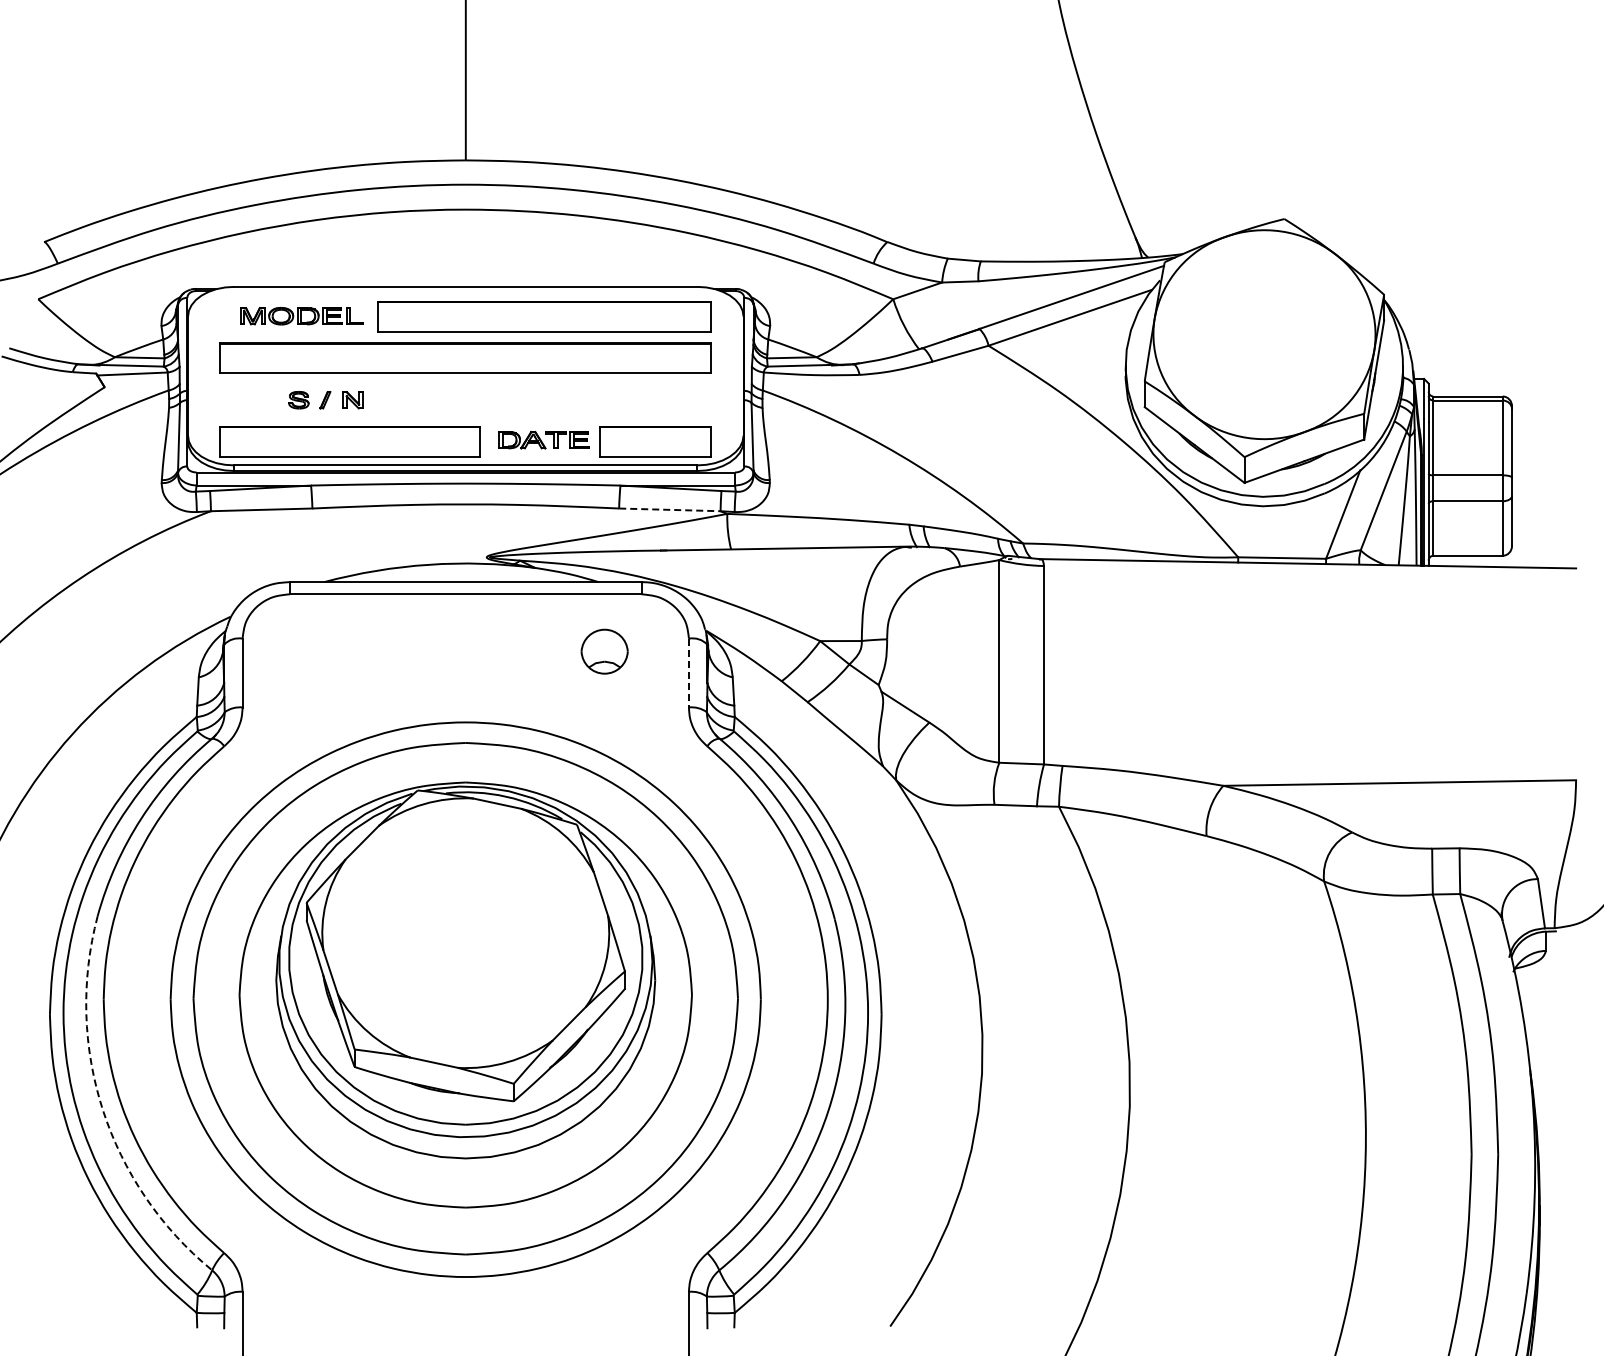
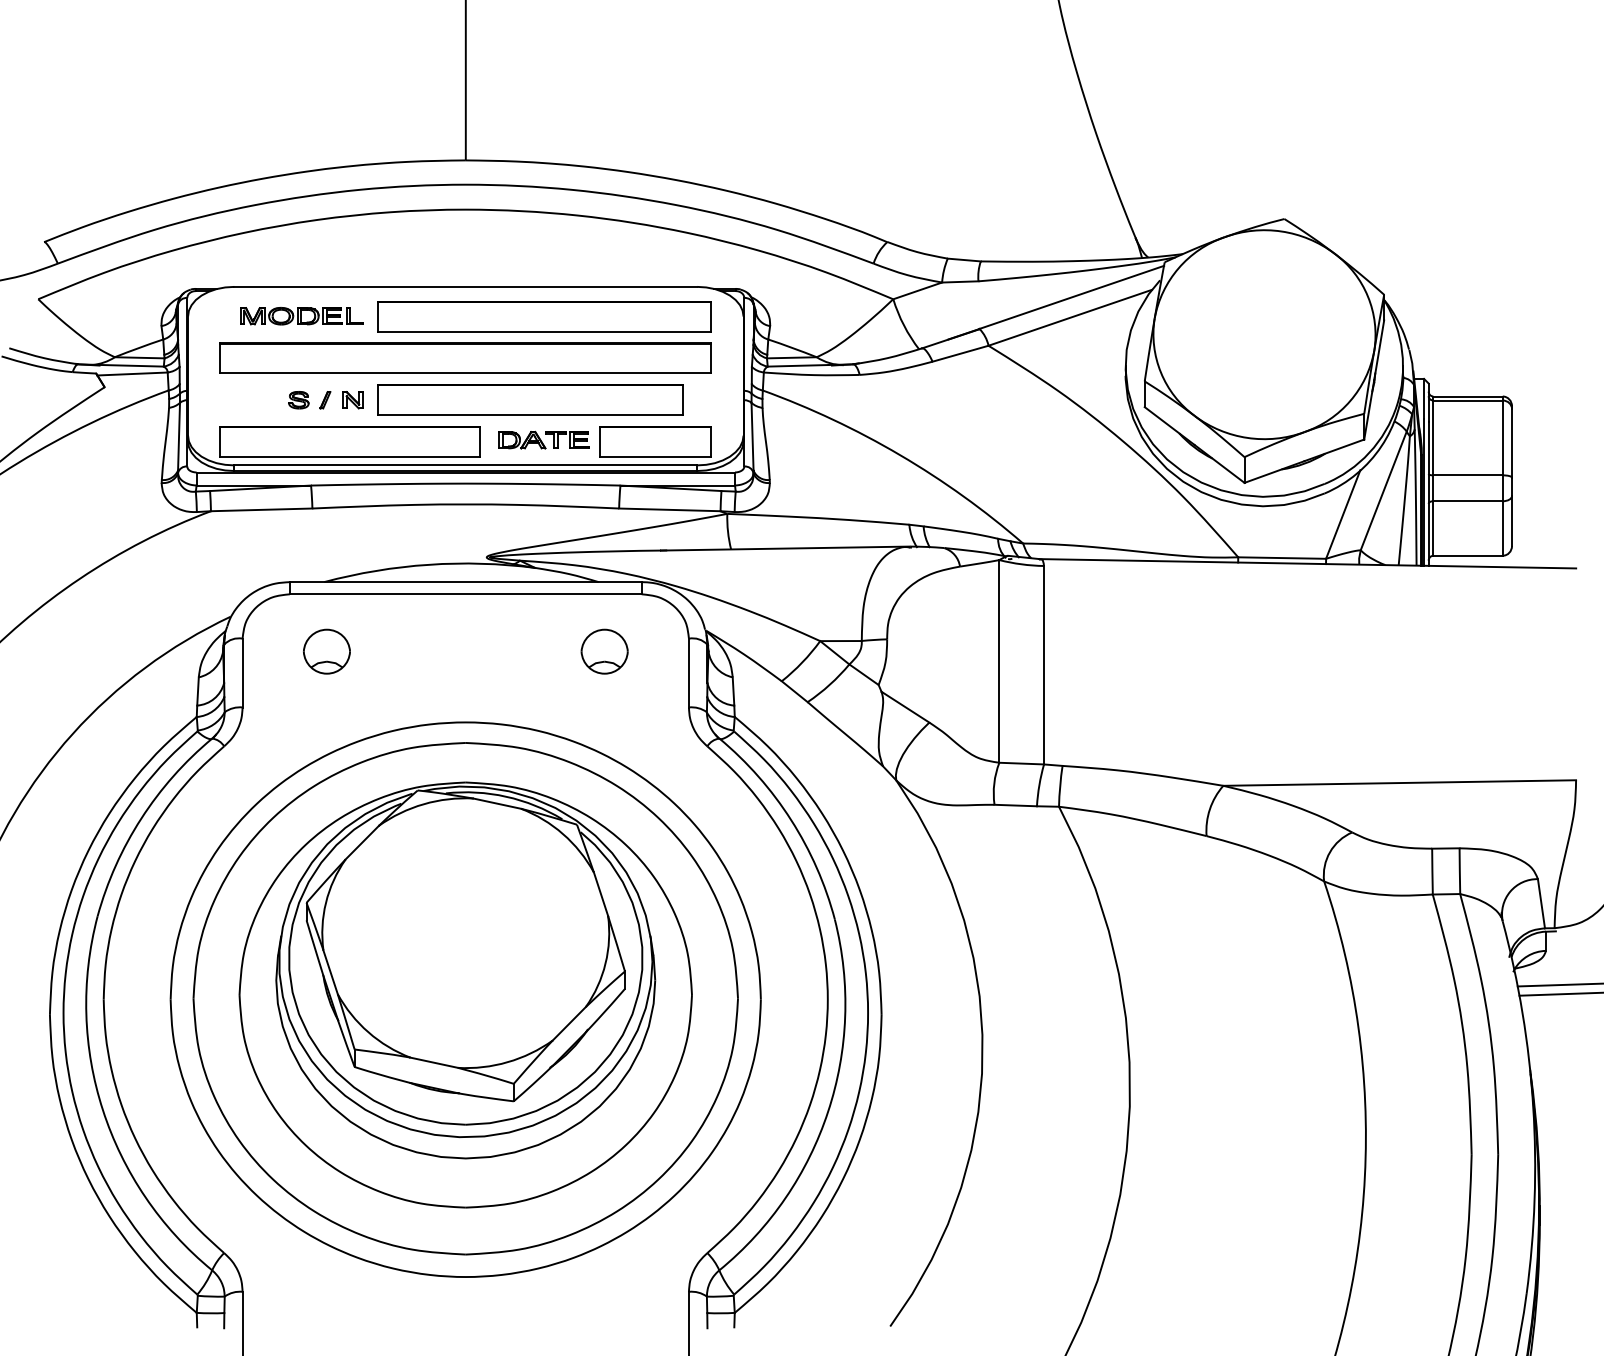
part at (530, 399): none -> present
line at (669, 509): dashed -> solid
part at (326, 651): none -> present
line at (688, 673): dashed -> solid
line at (1558, 984): none -> present
line at (1559, 993): none -> present
arc at (102, 1110): dashed -> solid
